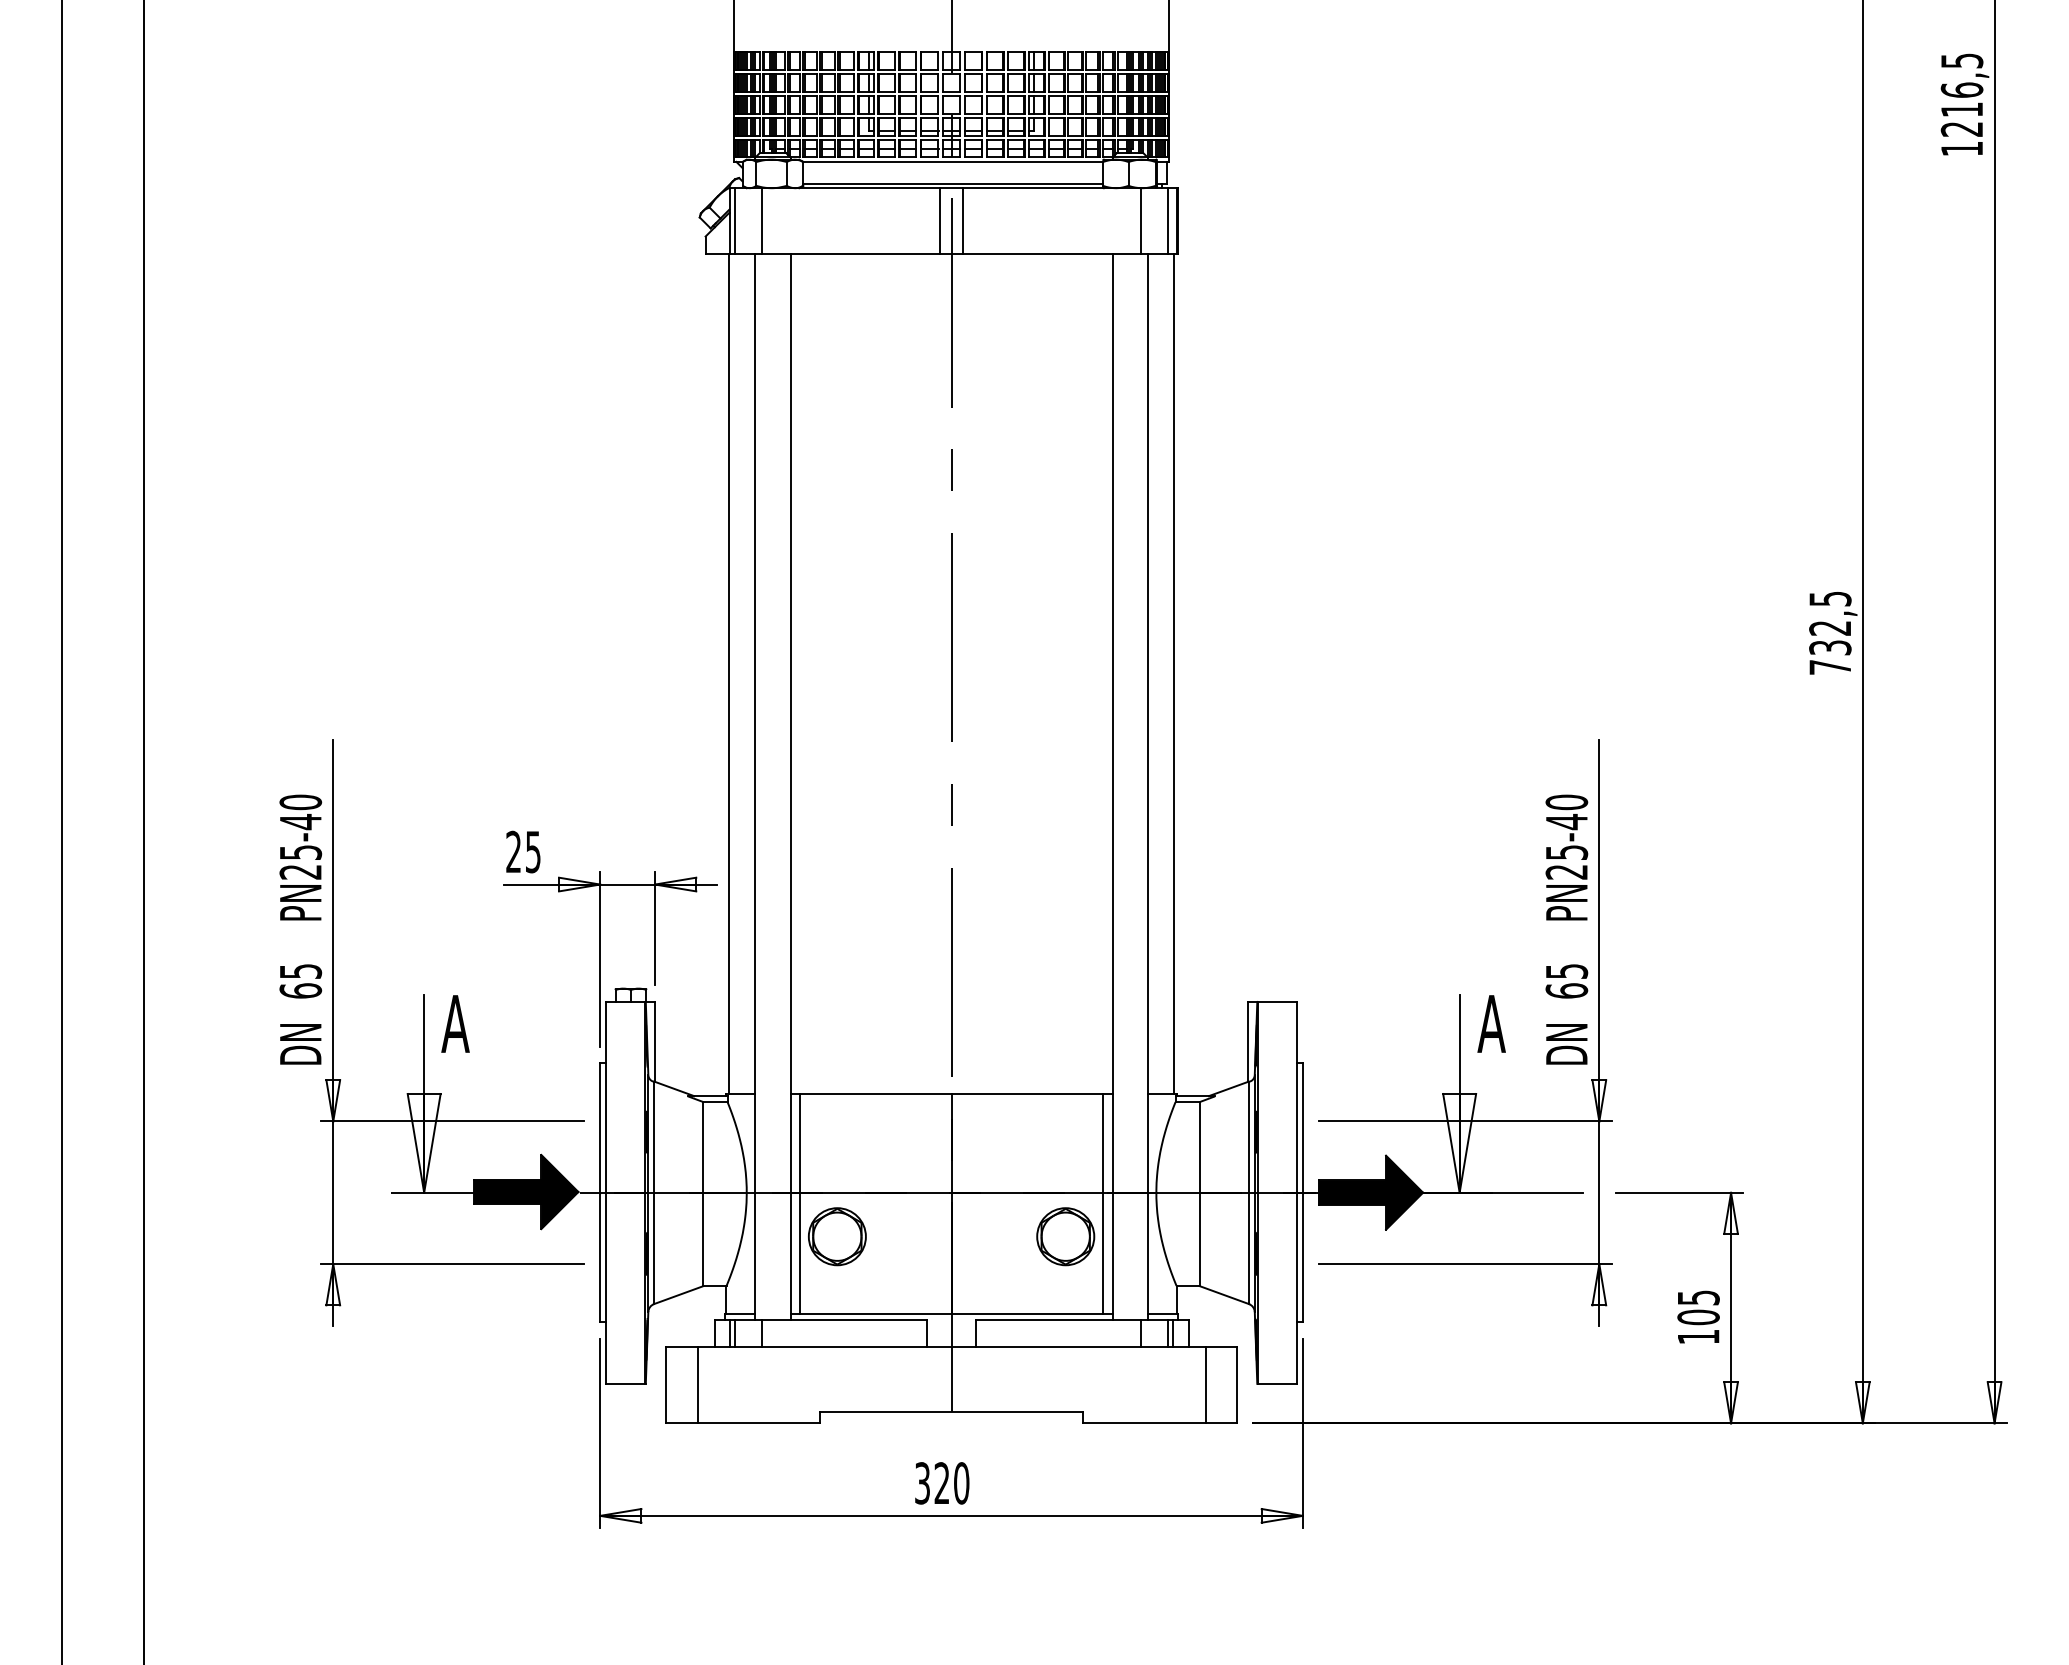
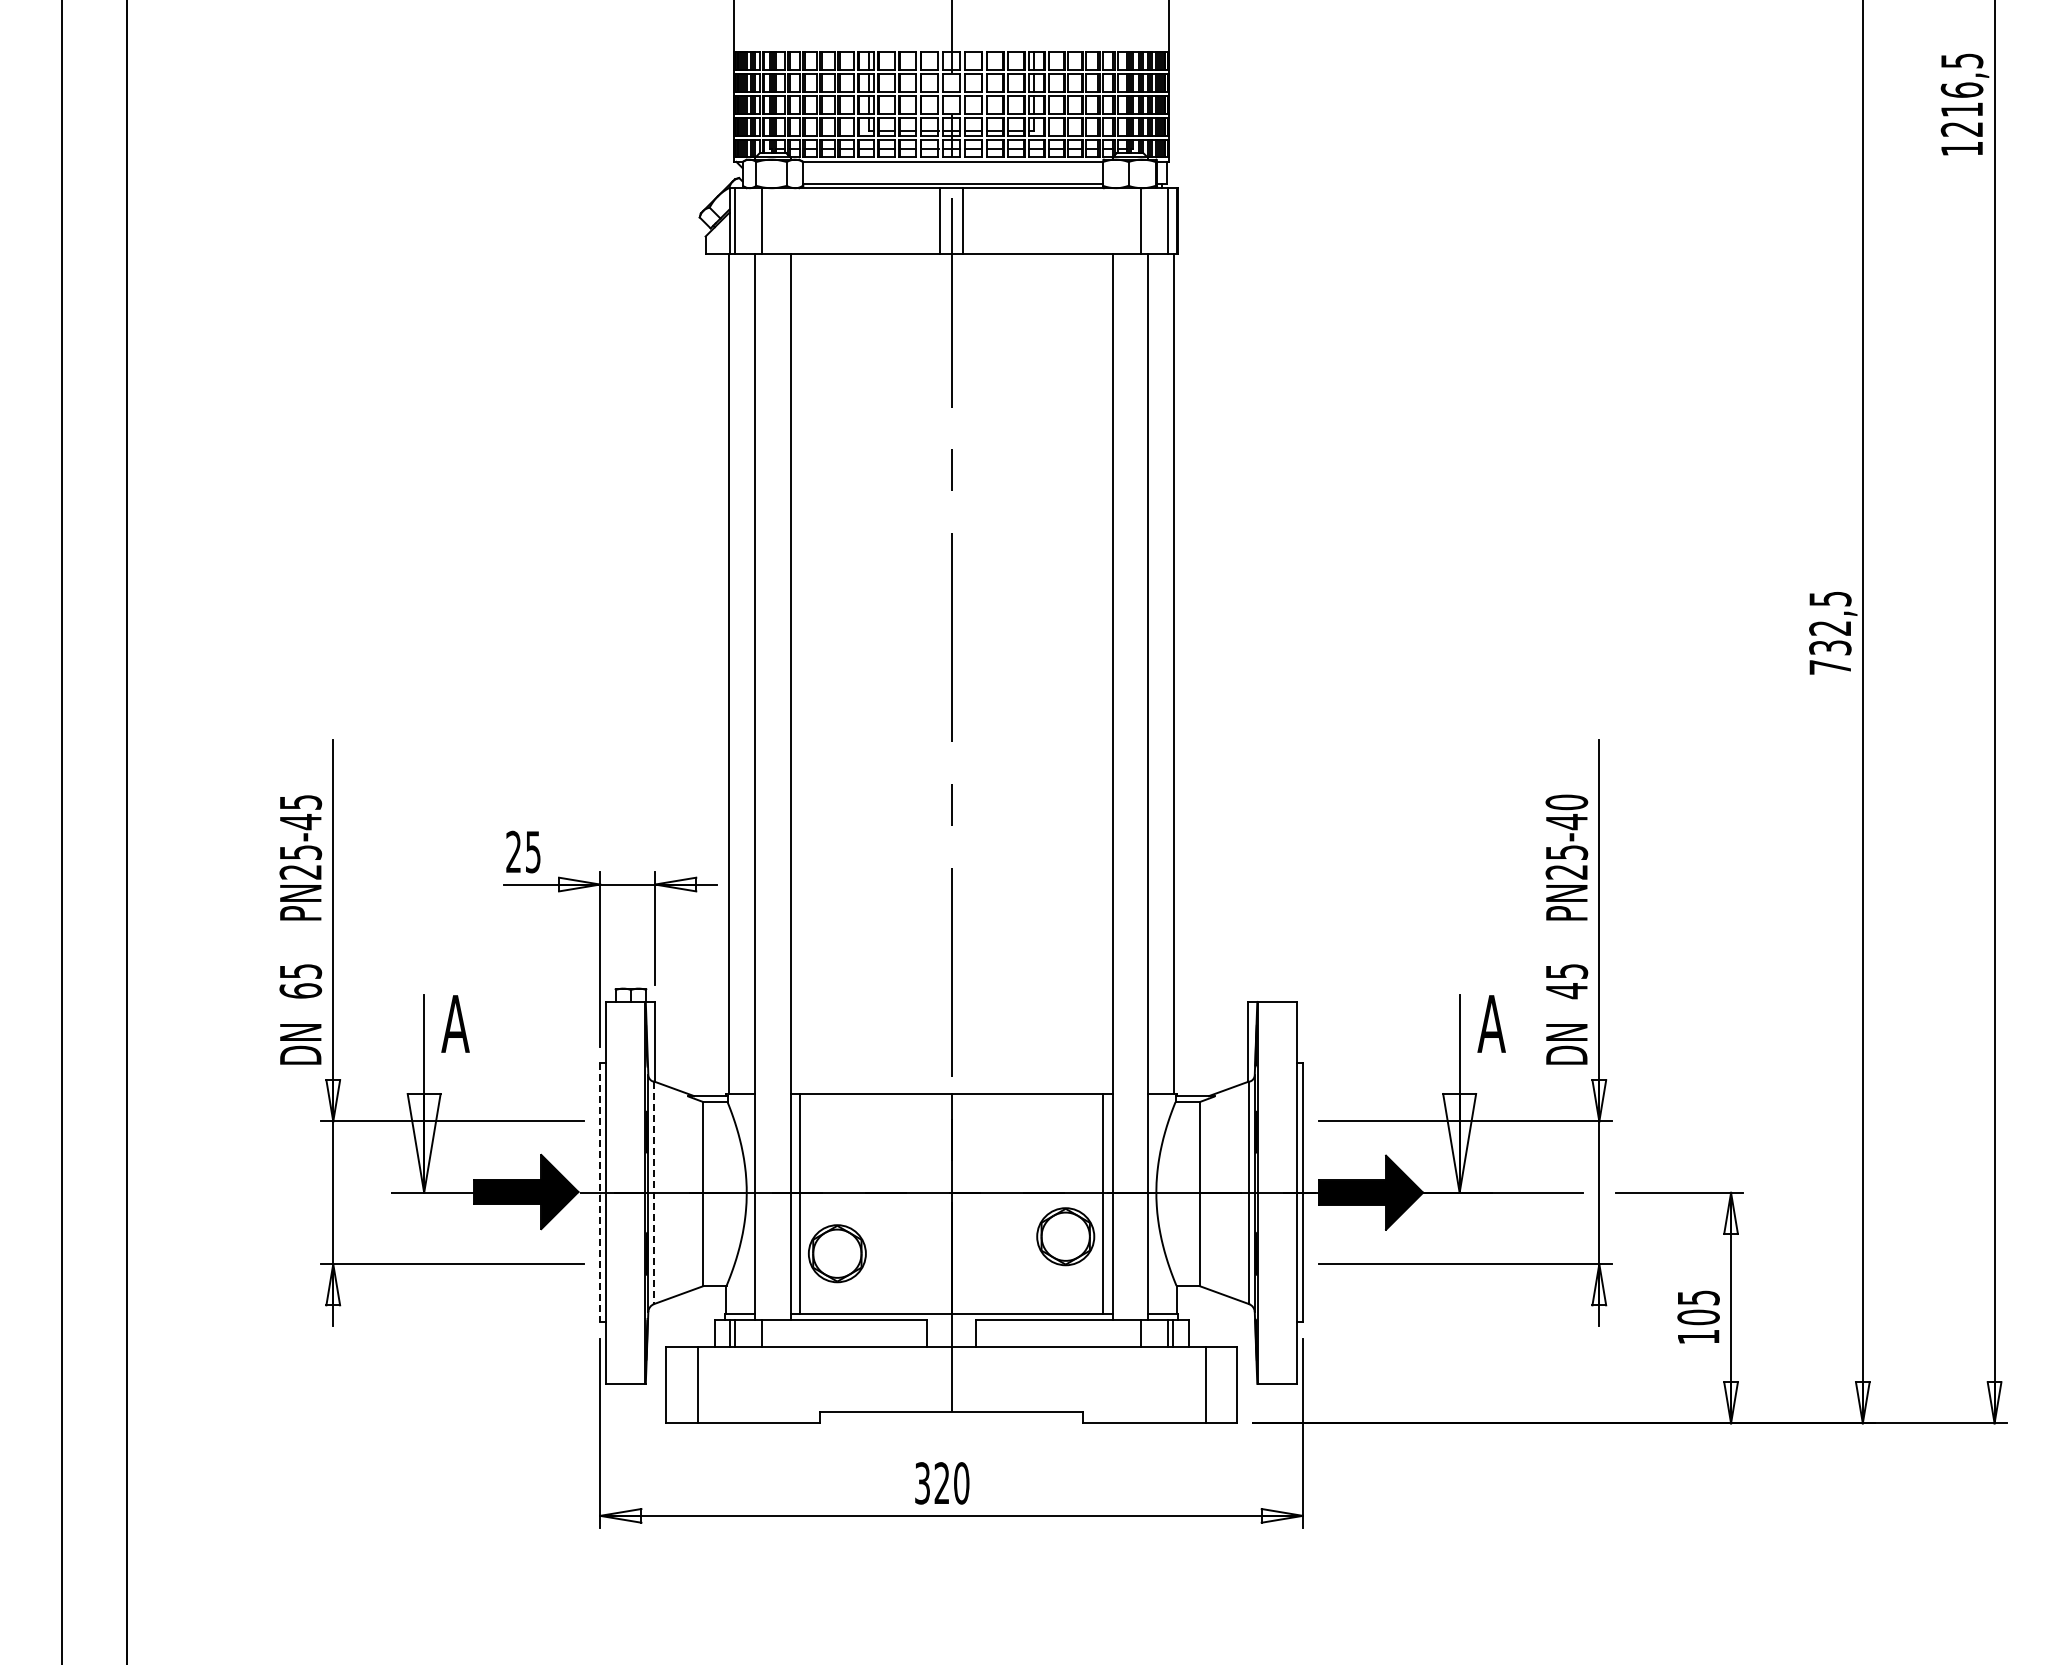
text at (300, 802): PN25-40 -> PN25-45
line at (144, 831) position: (144, 831) -> (127, 831)
text at (1566, 991): 65 -> 45
line at (600, 1192): solid -> dashed
line at (654, 1193): solid -> dashed
part at (837, 1236) position: (837, 1236) -> (837, 1253)
